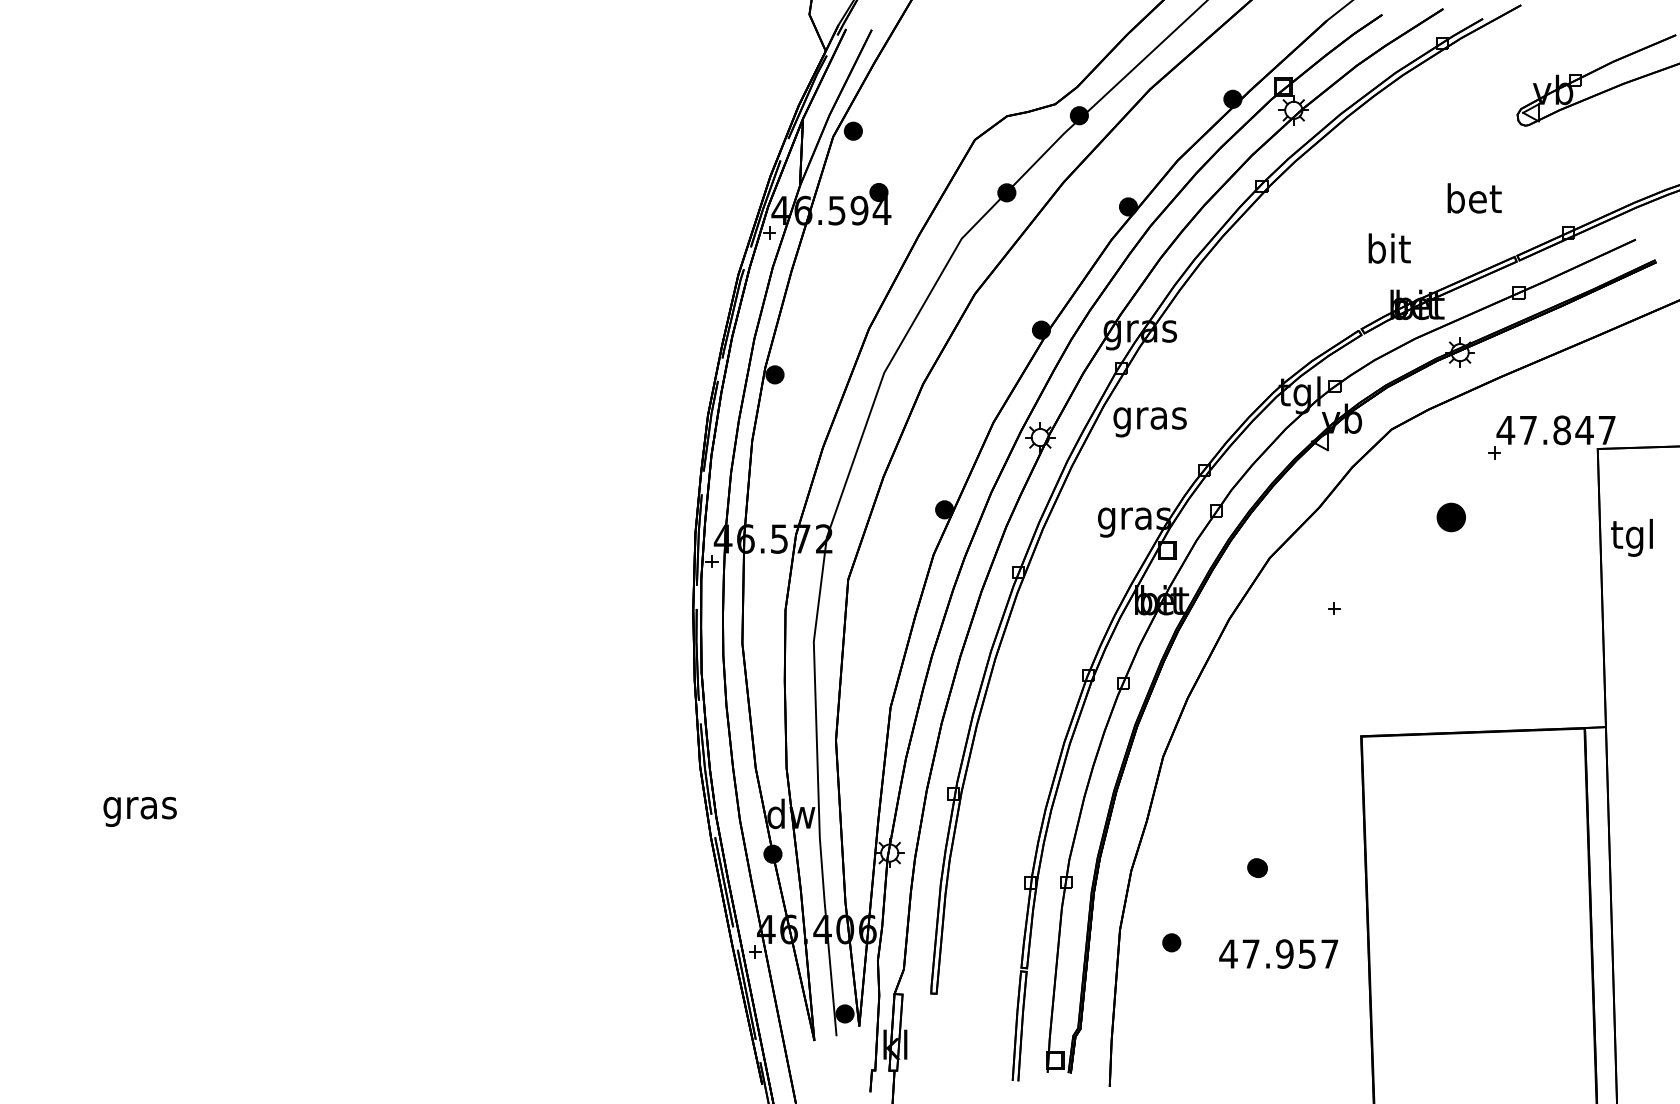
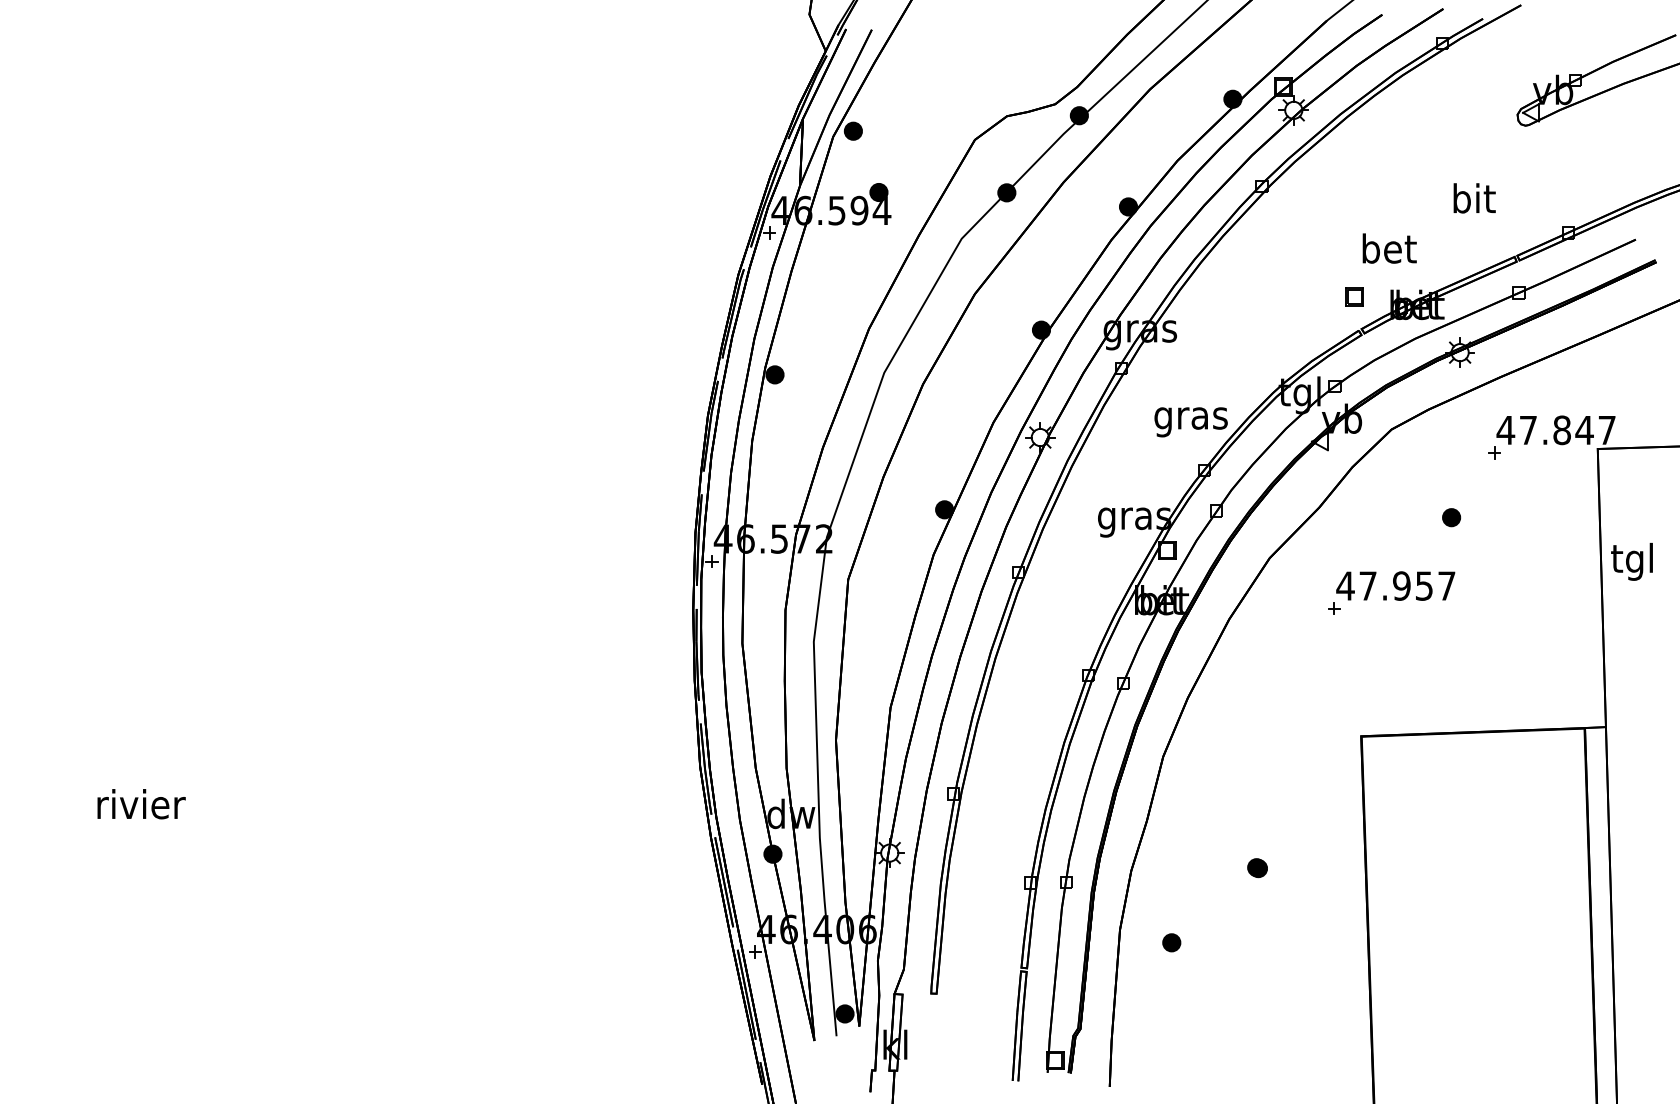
text at (1474, 198): bet -> bit
text at (1389, 248): bit -> bet
part at (1354, 296): none -> present
text at (1149, 422) position: (1149, 422) -> (1190, 422)
part at (1450, 517) size: 30x31 px -> 20x20 px
text at (1631, 537) position: (1631, 537) -> (1631, 561)
text at (141, 807): gras -> rivier
text at (1278, 953) position: (1278, 953) -> (1395, 585)
